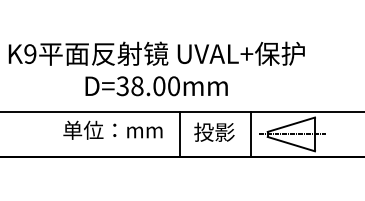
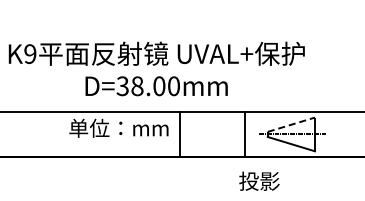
line at (291, 124): solid -> dashed
text at (112, 129) position: (112, 129) -> (118, 127)
text at (214, 131) position: (214, 131) -> (259, 180)
line at (250, 133) position: (250, 133) -> (244, 133)
